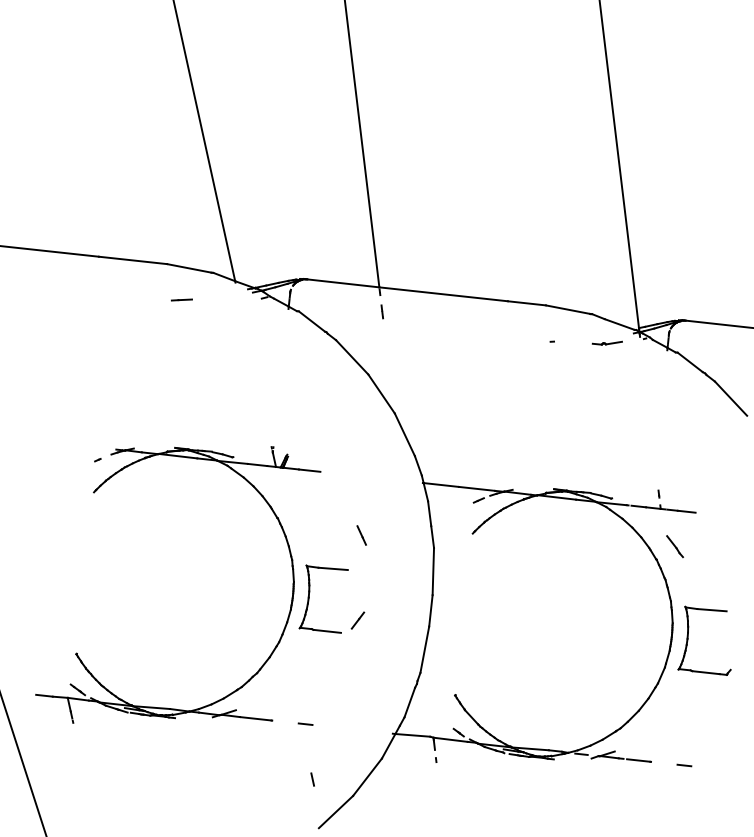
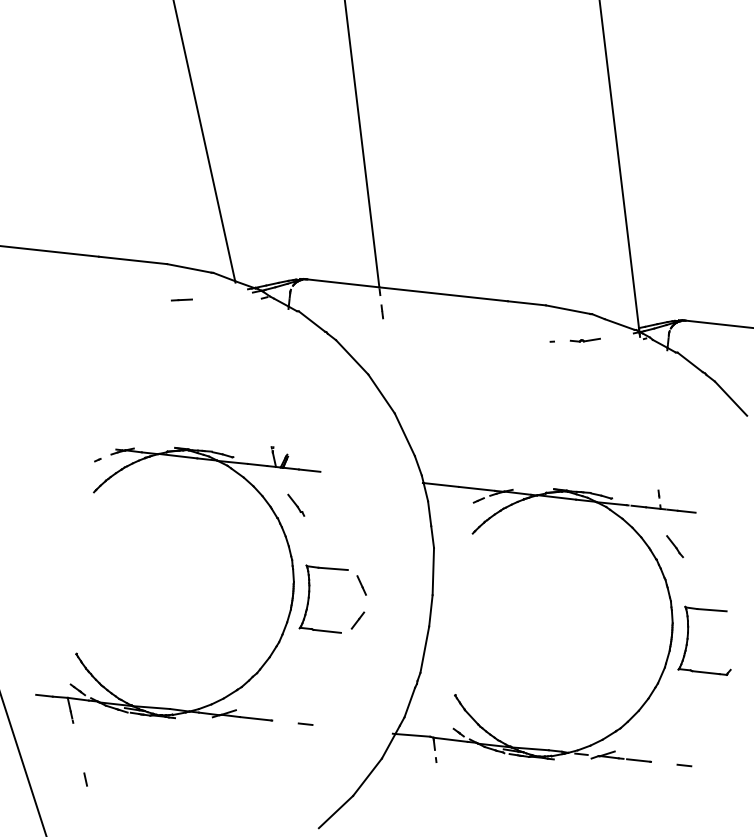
part at (606, 342) position: (606, 342) -> (584, 339)
part at (296, 504): none -> present
line at (361, 535) position: (361, 535) -> (361, 585)
line at (312, 779) position: (312, 779) -> (85, 779)
